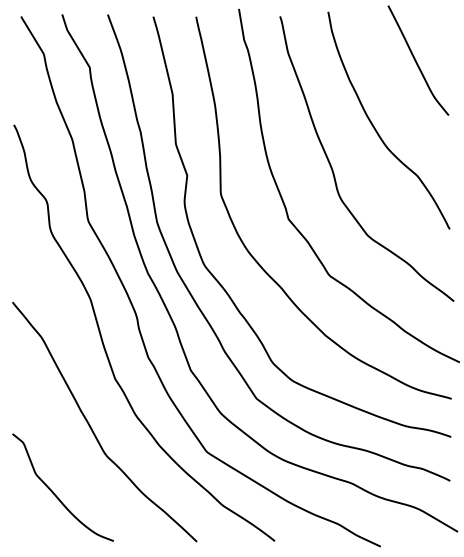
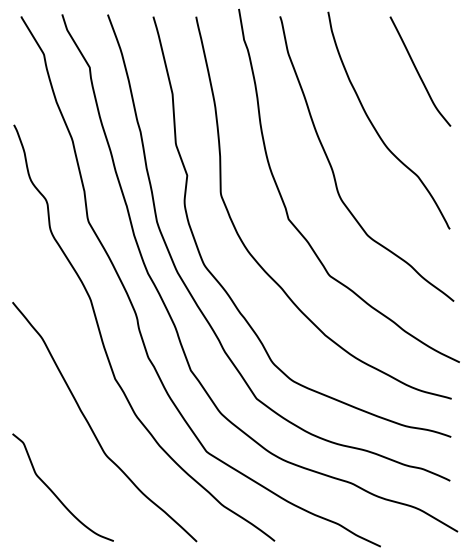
curve at (416, 60) position: (416, 60) -> (418, 71)
